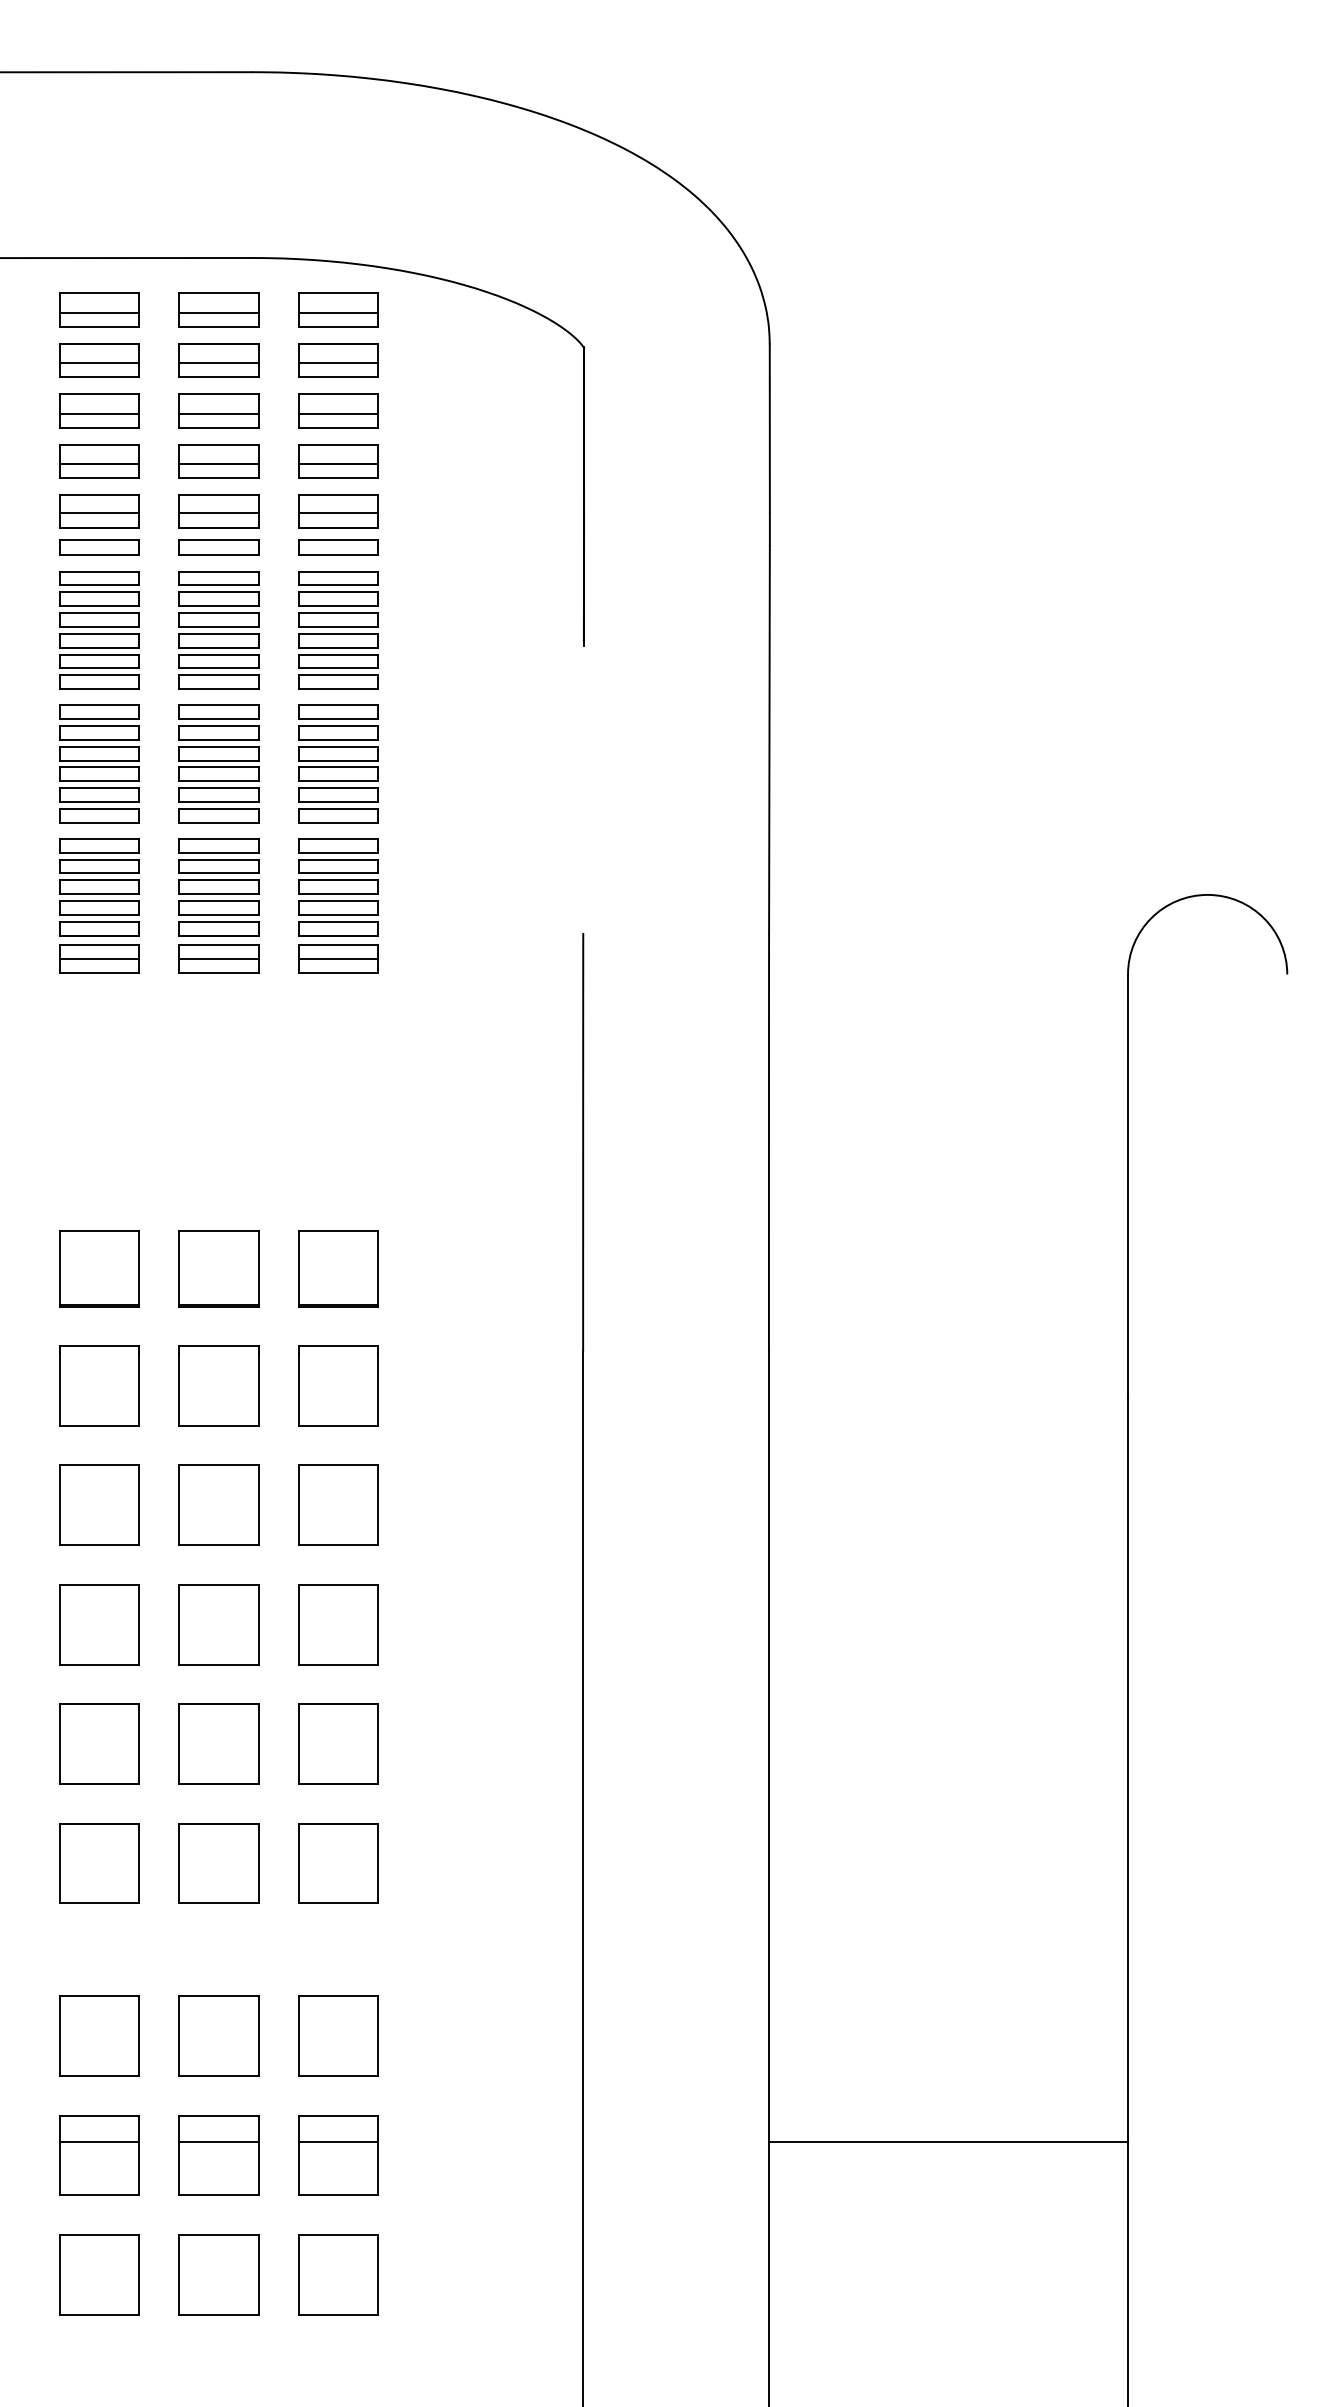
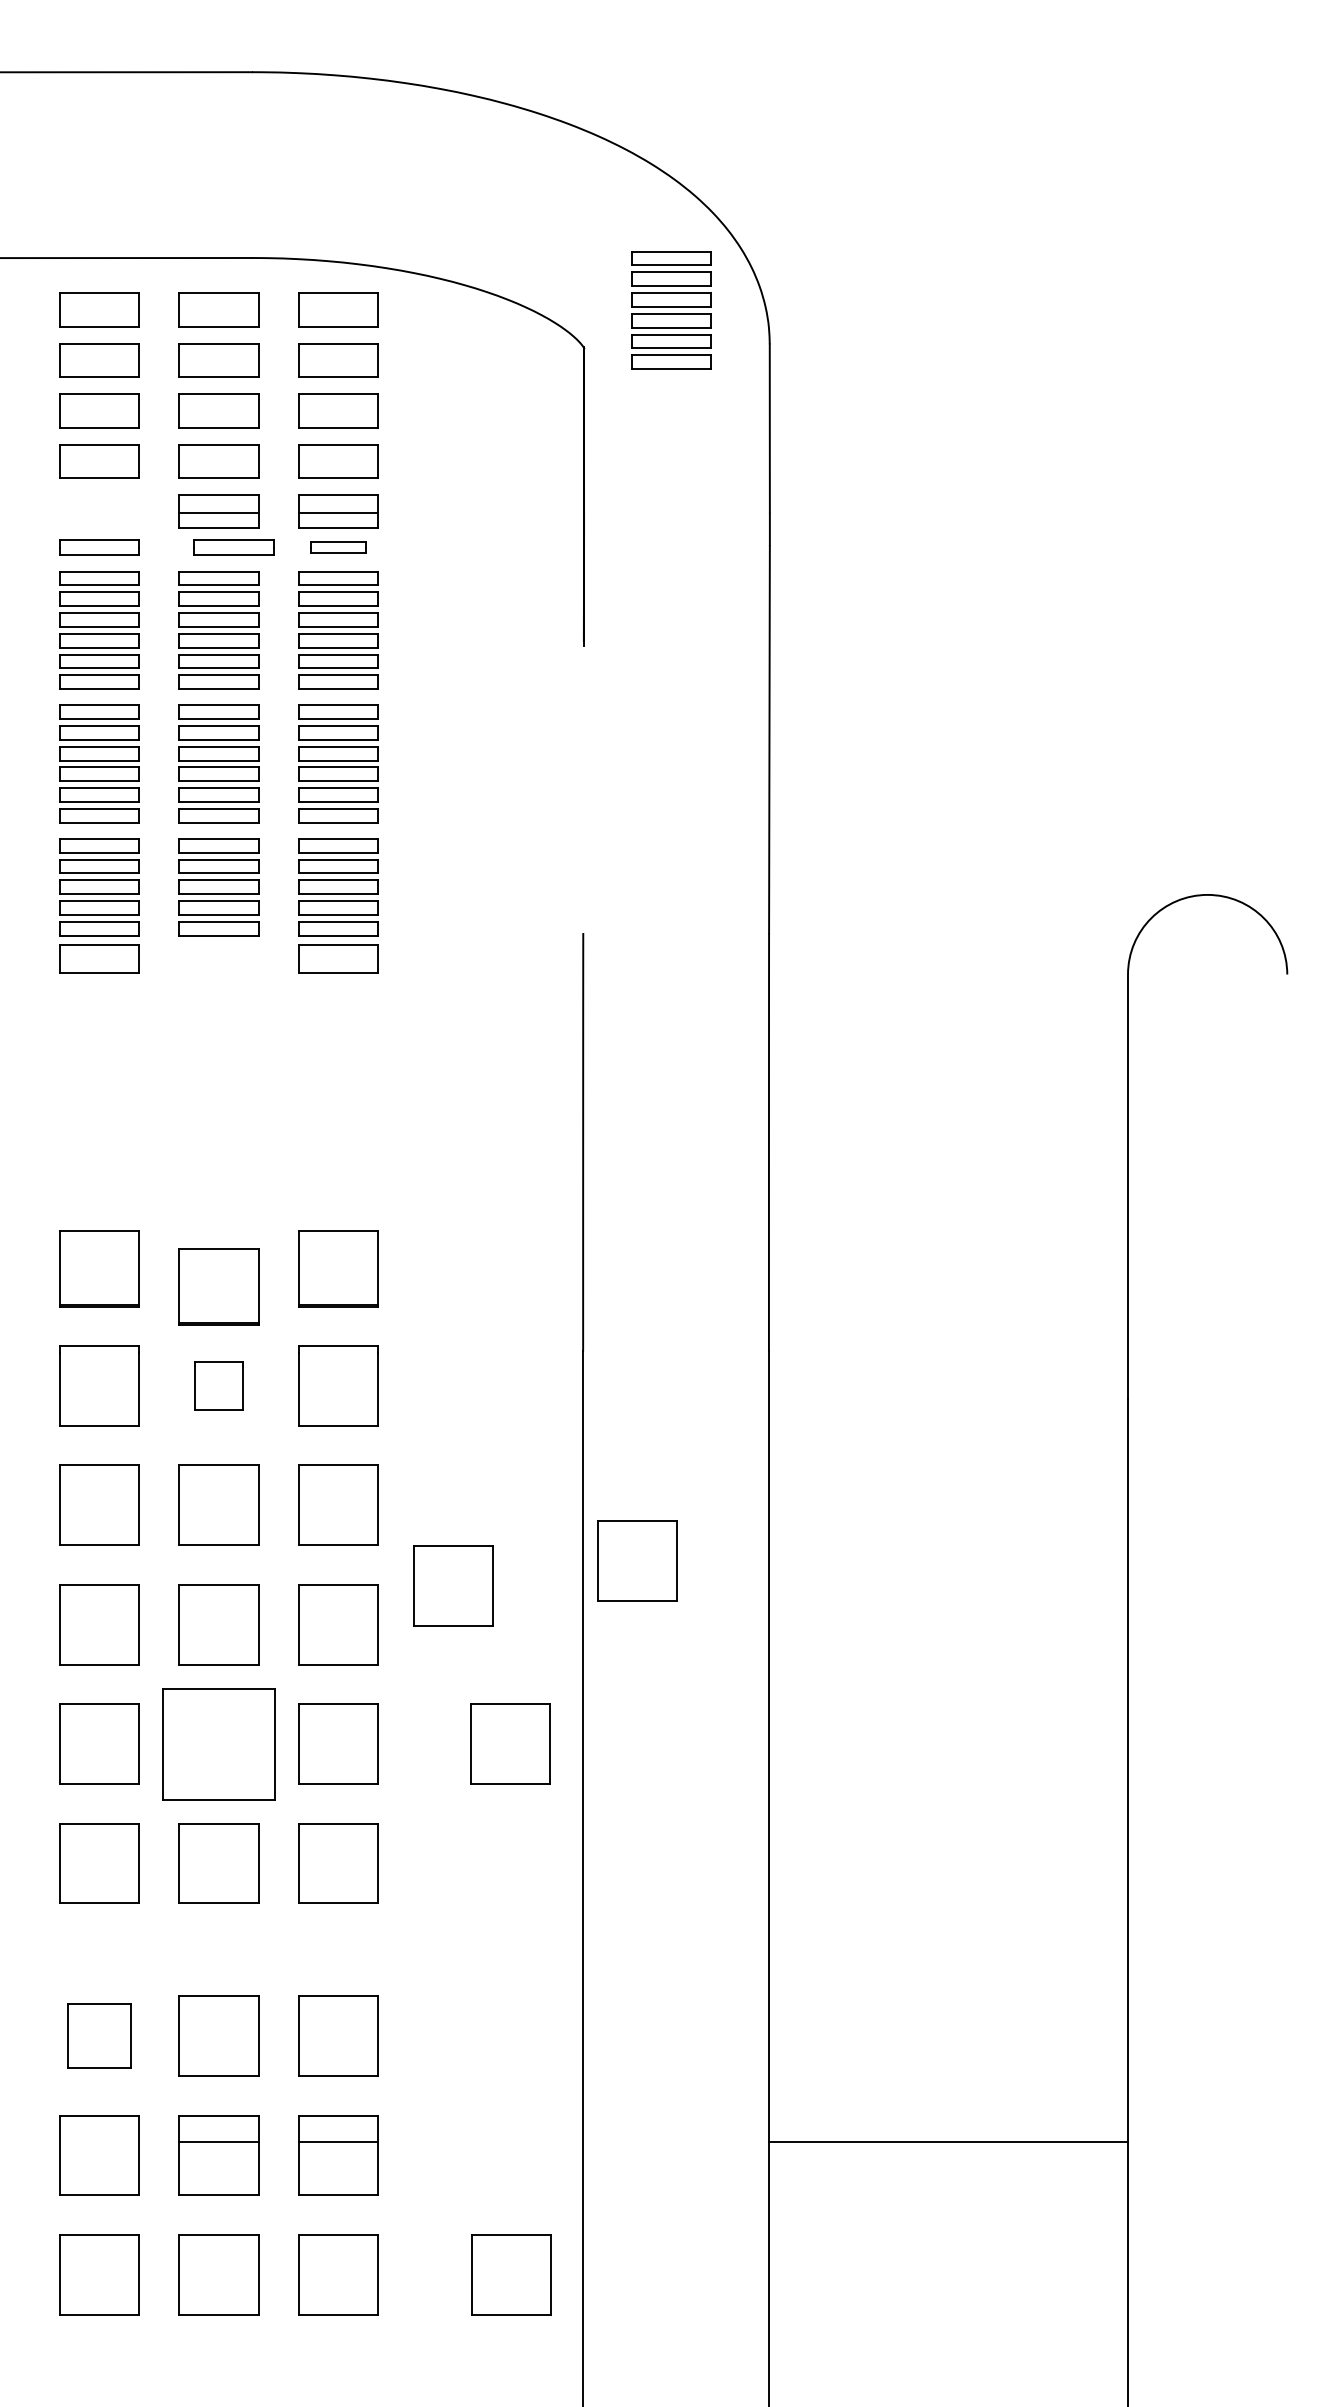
part at (671, 310): none -> present
line at (99, 312): present -> none
line at (218, 312): present -> none
line at (338, 312): present -> none
line at (99, 363): present -> none
line at (218, 363): present -> none
line at (338, 363): present -> none
line at (99, 413): present -> none
line at (218, 413): present -> none
line at (338, 413): present -> none
line at (99, 464): present -> none
line at (218, 464): present -> none
line at (338, 464): present -> none
part at (99, 511): present -> none
part at (218, 547) position: (218, 547) -> (233, 547)
part at (338, 547) size: 81x17 px -> 57x13 px
part at (218, 958): present -> none
line at (99, 959): present -> none
line at (338, 959): present -> none
part at (218, 1268) position: (218, 1268) -> (218, 1286)
part at (218, 1385) size: 82x82 px -> 50x50 px
part at (637, 1560): none -> present
part at (453, 1585): none -> present
part at (218, 1743) size: 82x82 px -> 114x113 px
part at (510, 1743): none -> present
part at (99, 2035) size: 81x82 px -> 65x66 px
line at (99, 2142): present -> none
part at (511, 2274): none -> present
